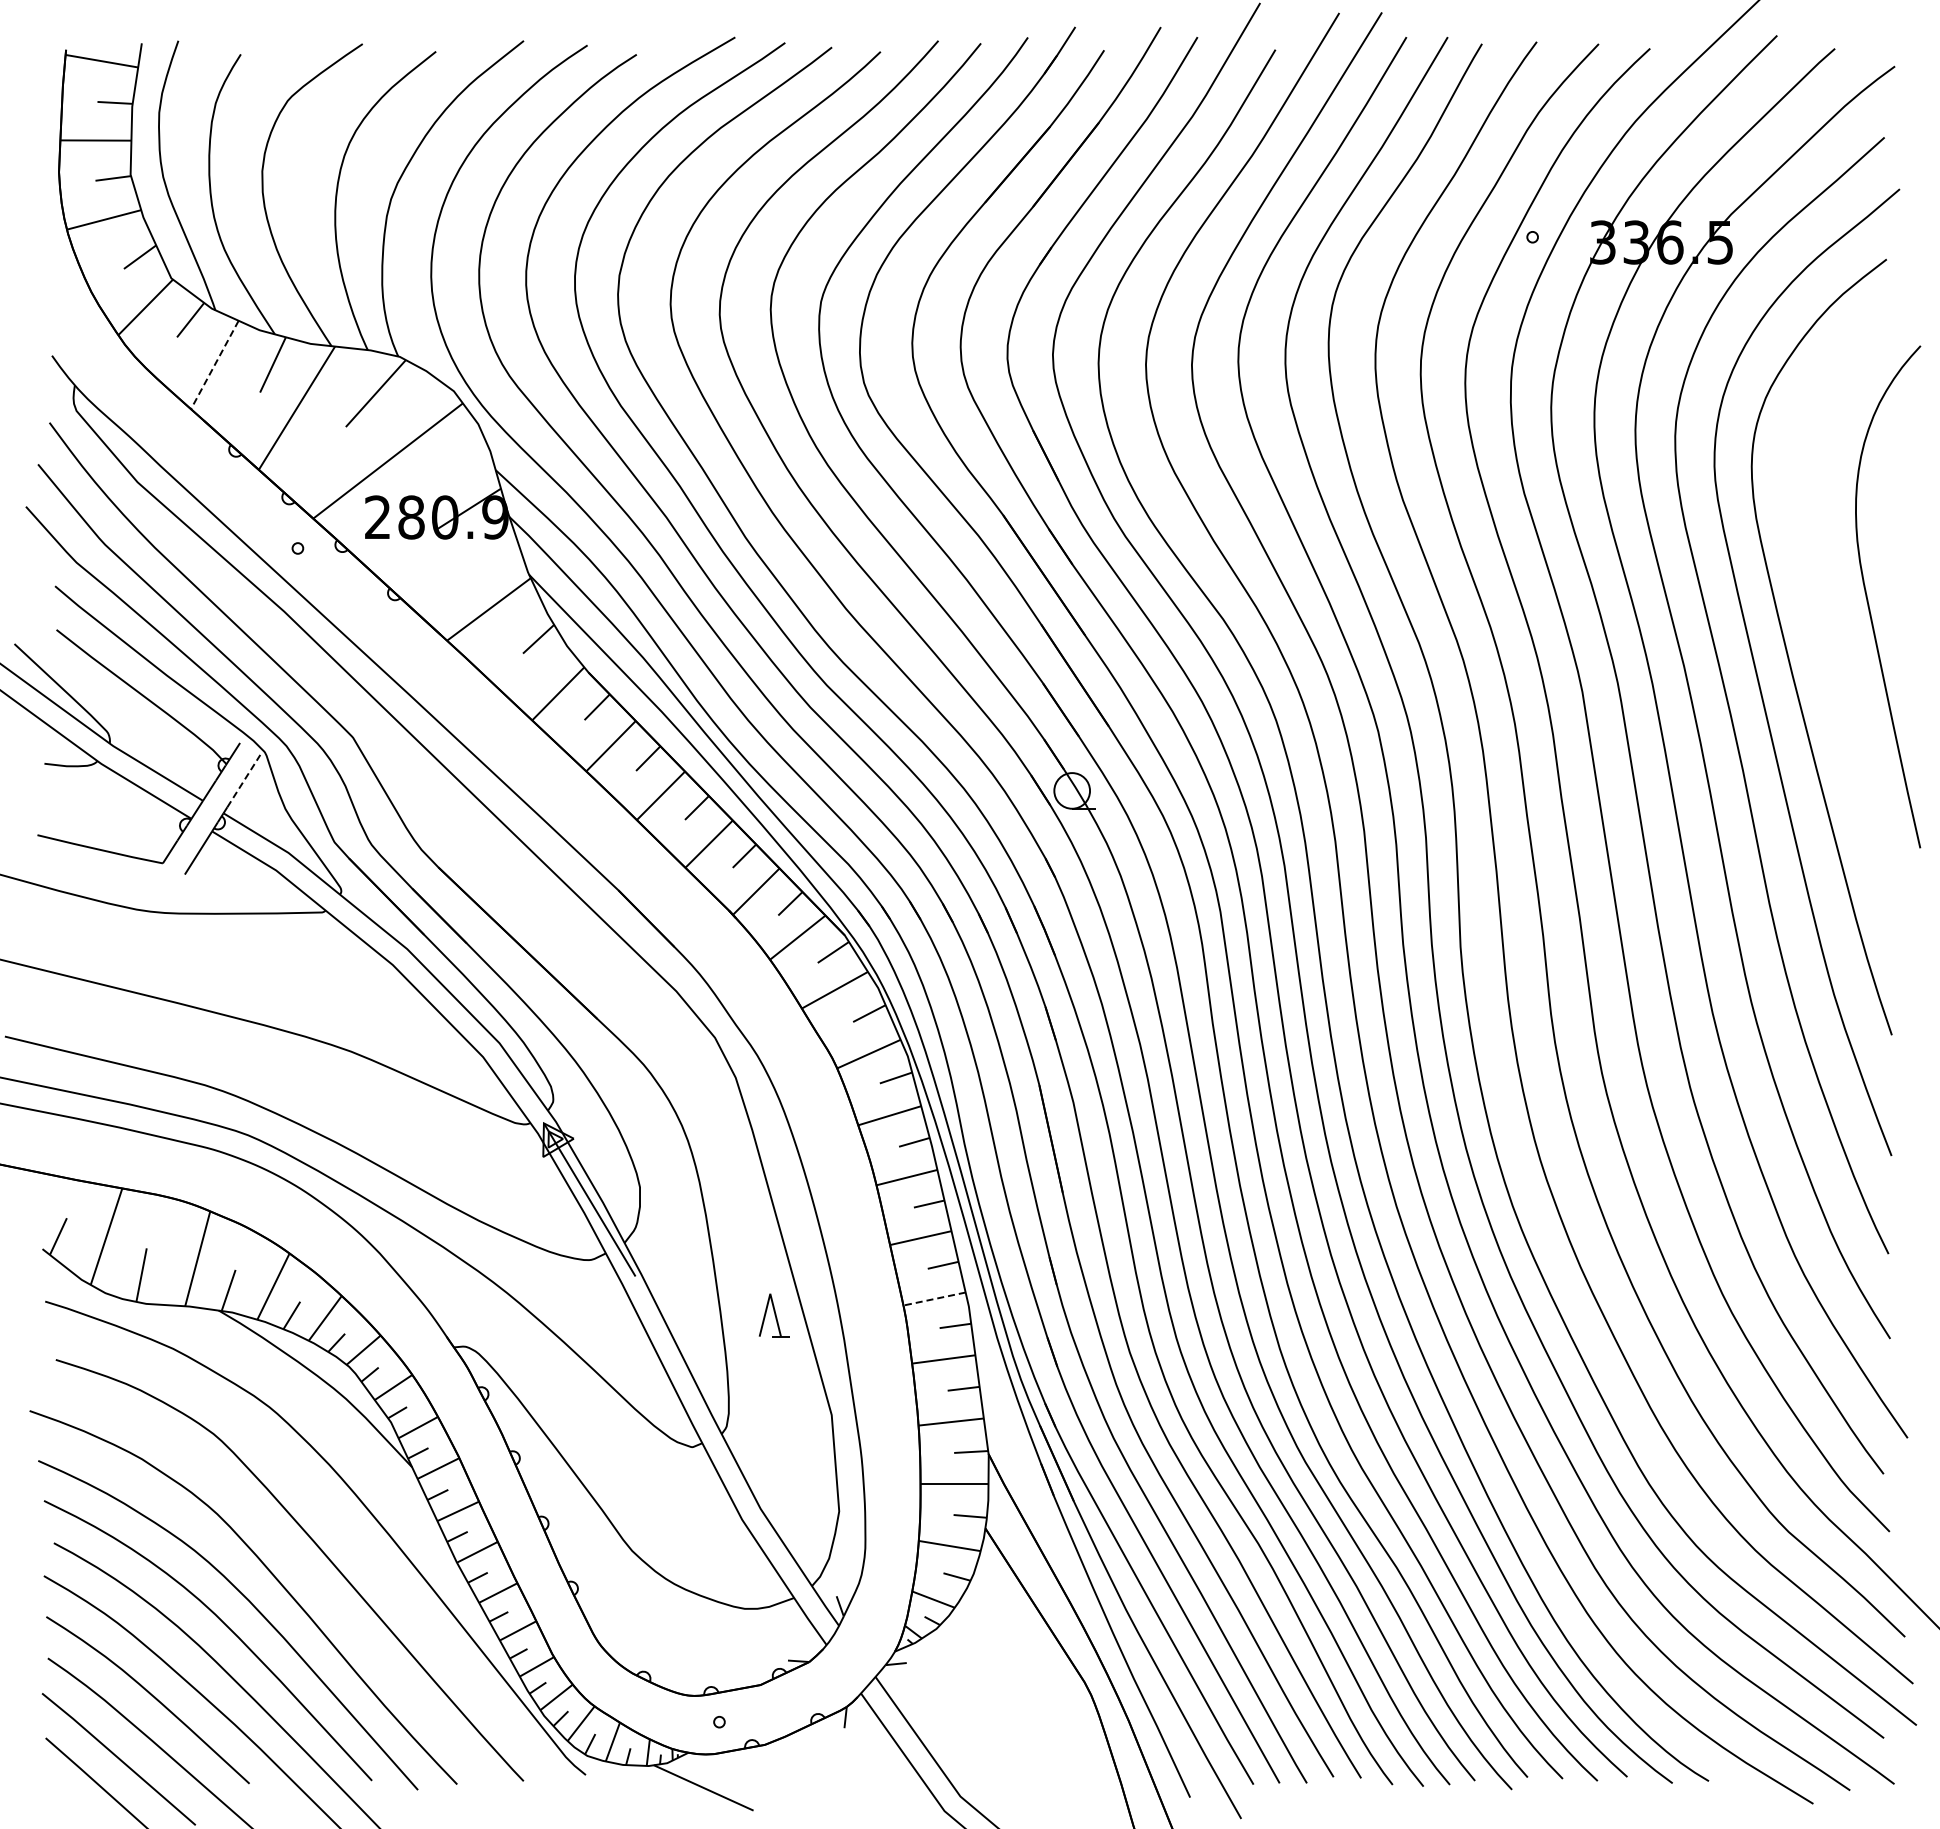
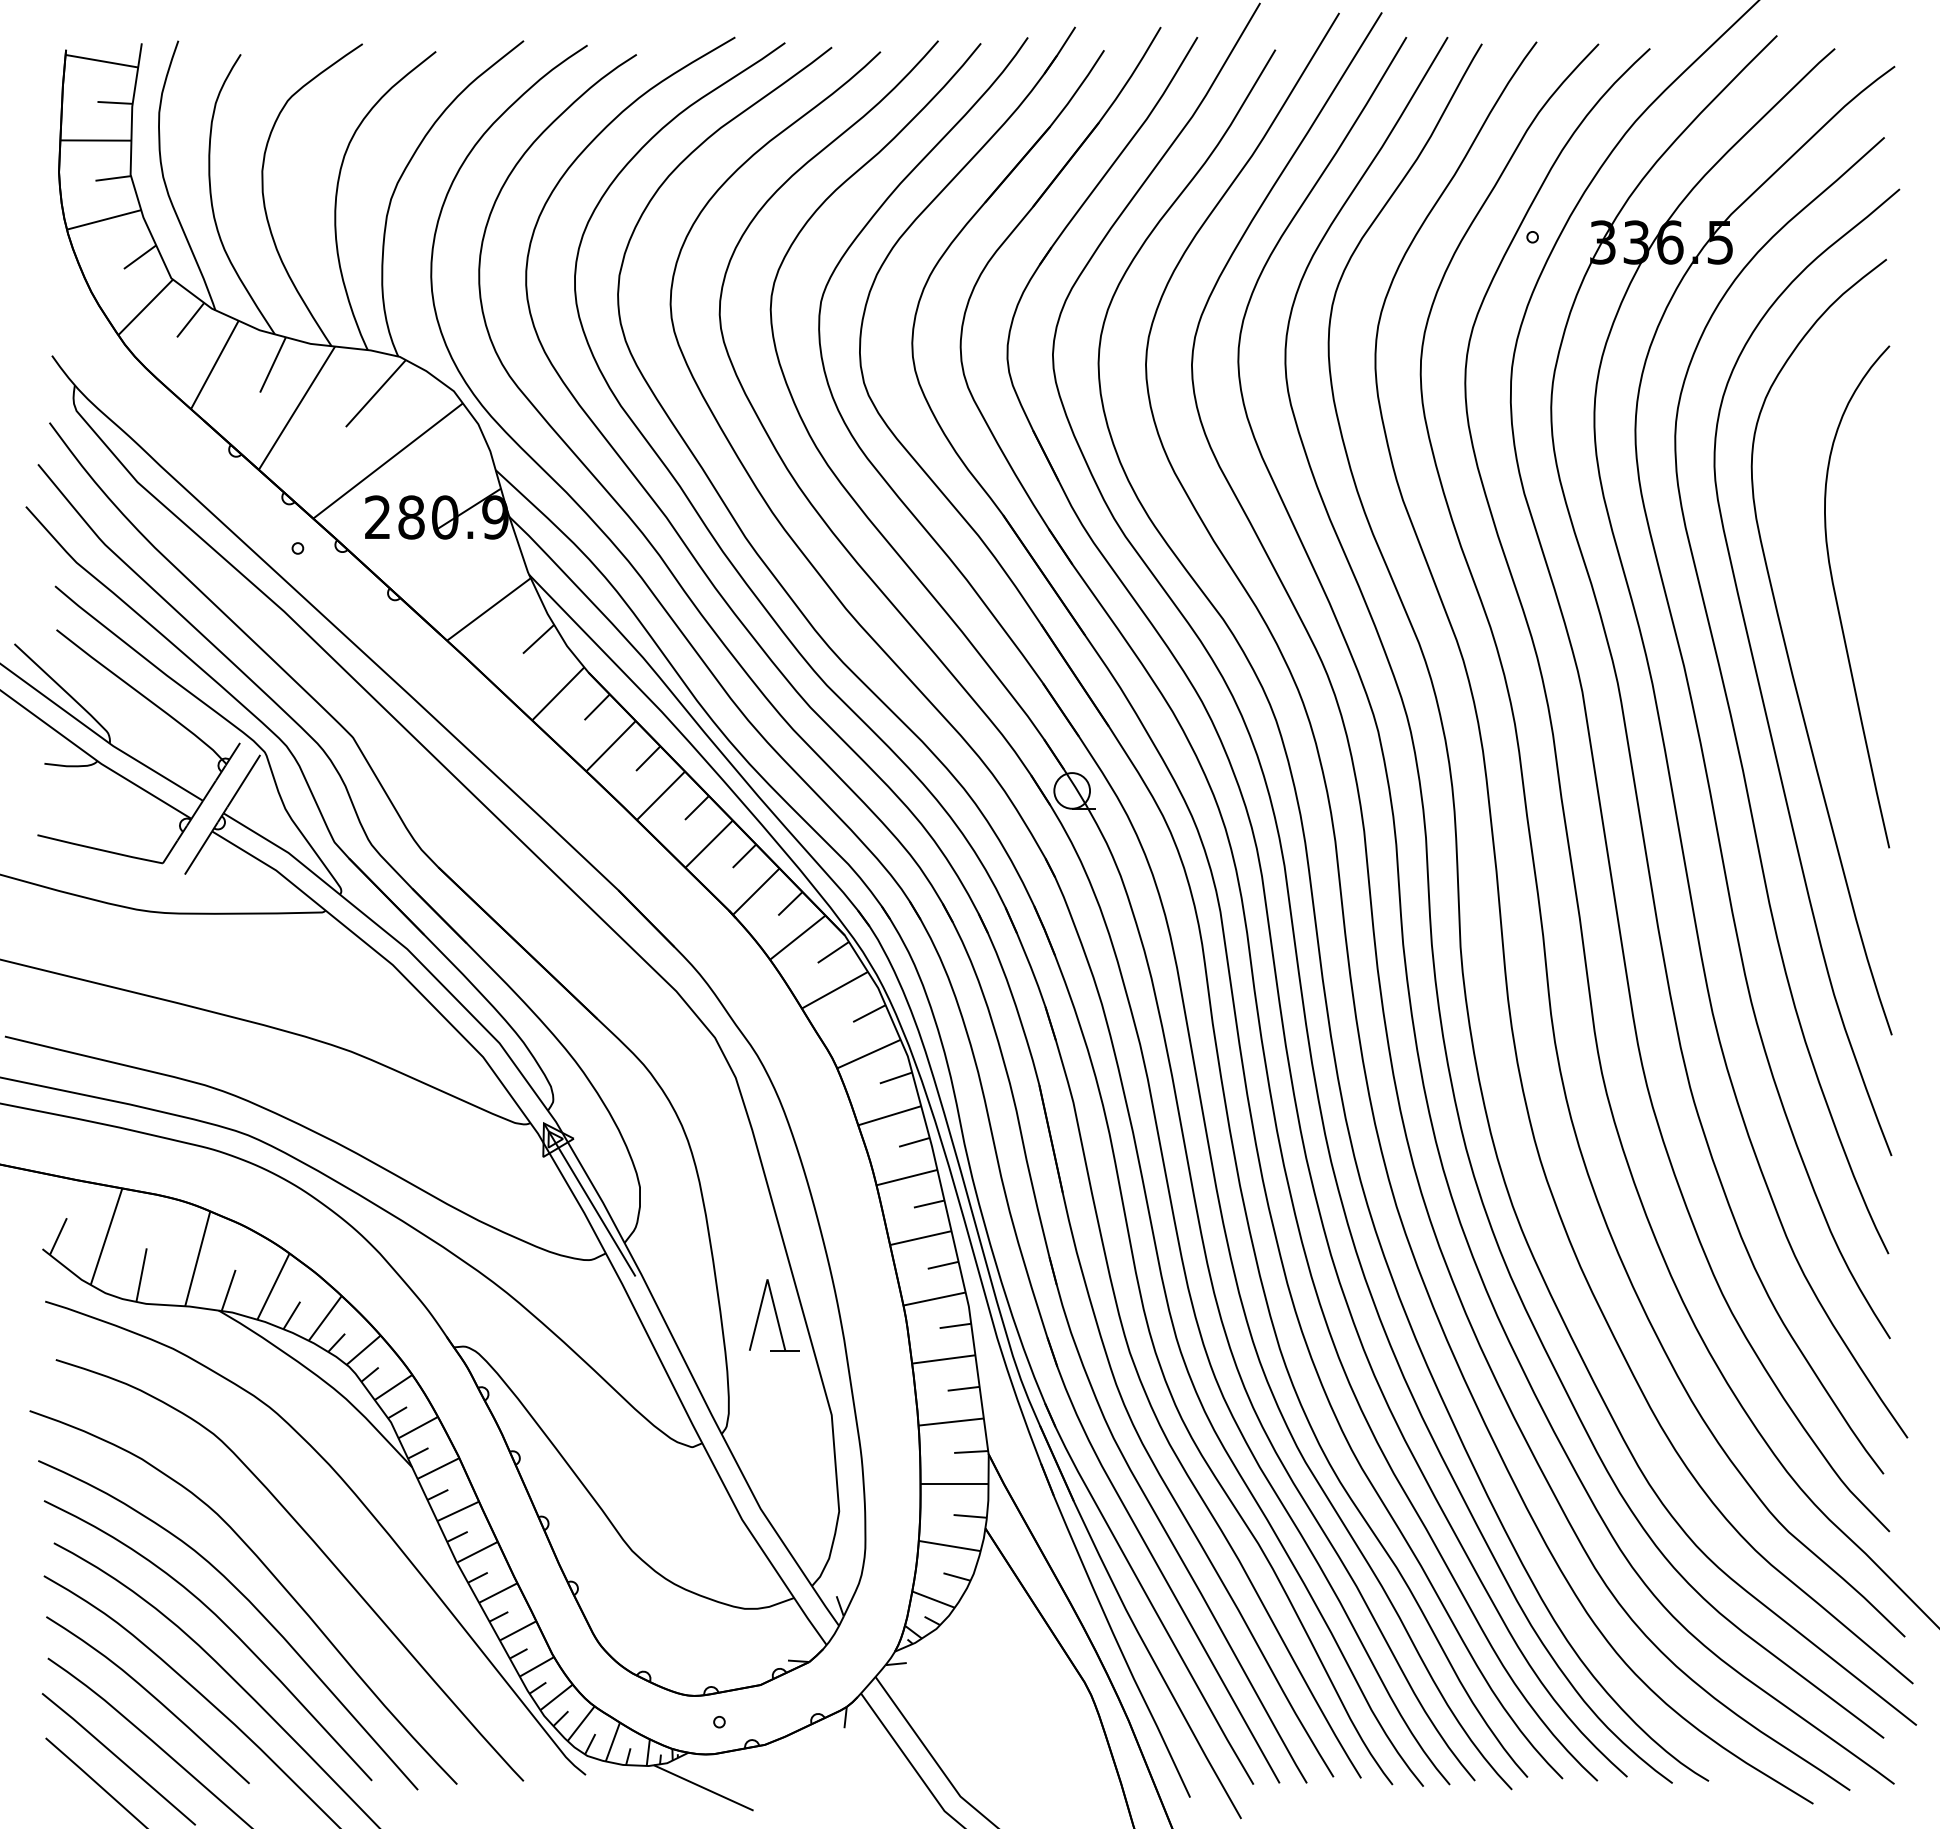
line at (214, 365): dashed -> solid
curve at (1868, 599) position: (1868, 599) -> (1837, 599)
line at (243, 781): dashed -> solid
line at (934, 1299): dashed -> solid
part at (773, 1315) size: 32x45 px -> 51x73 px
